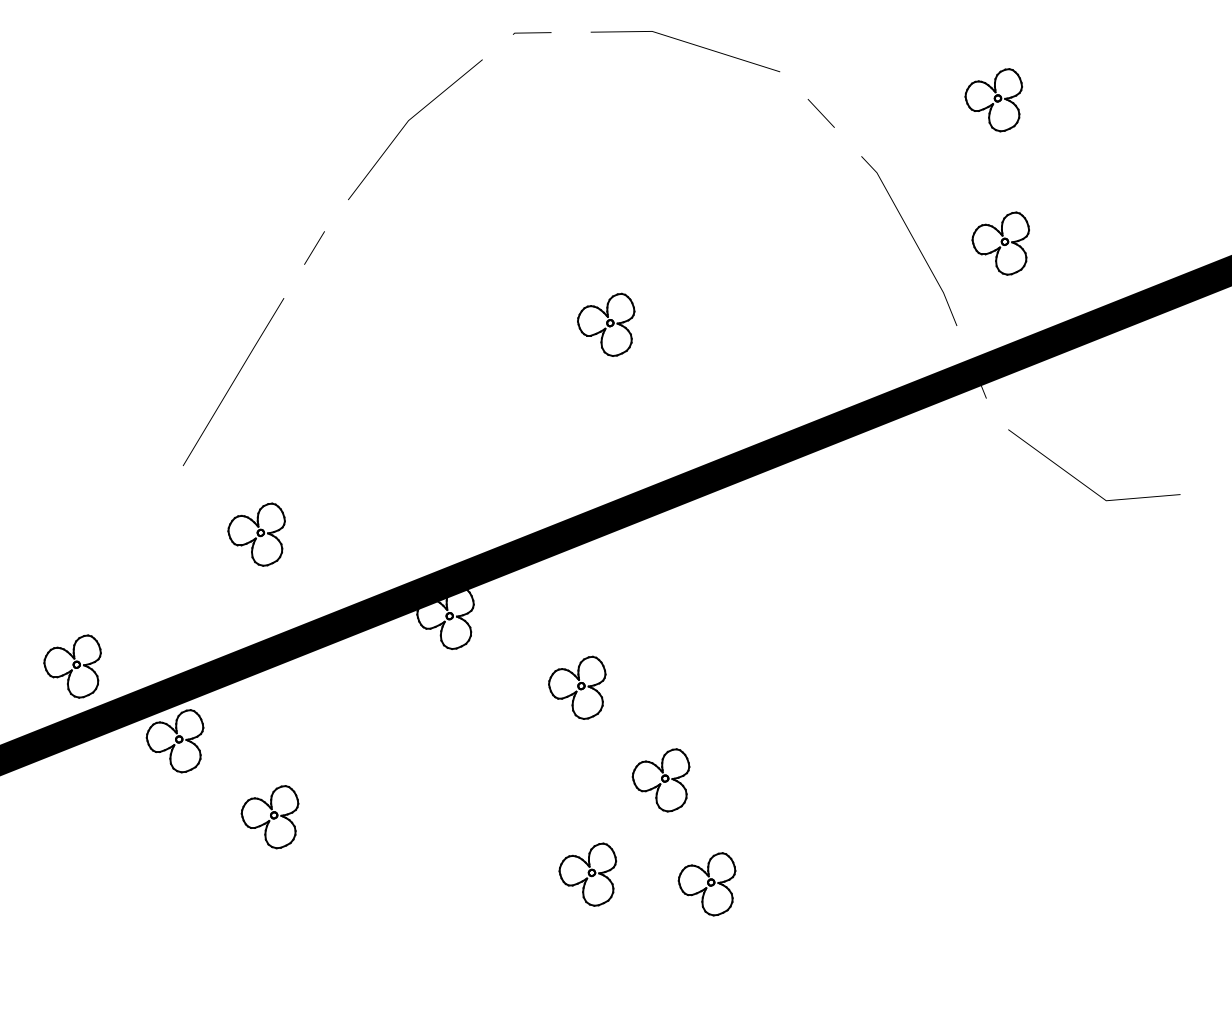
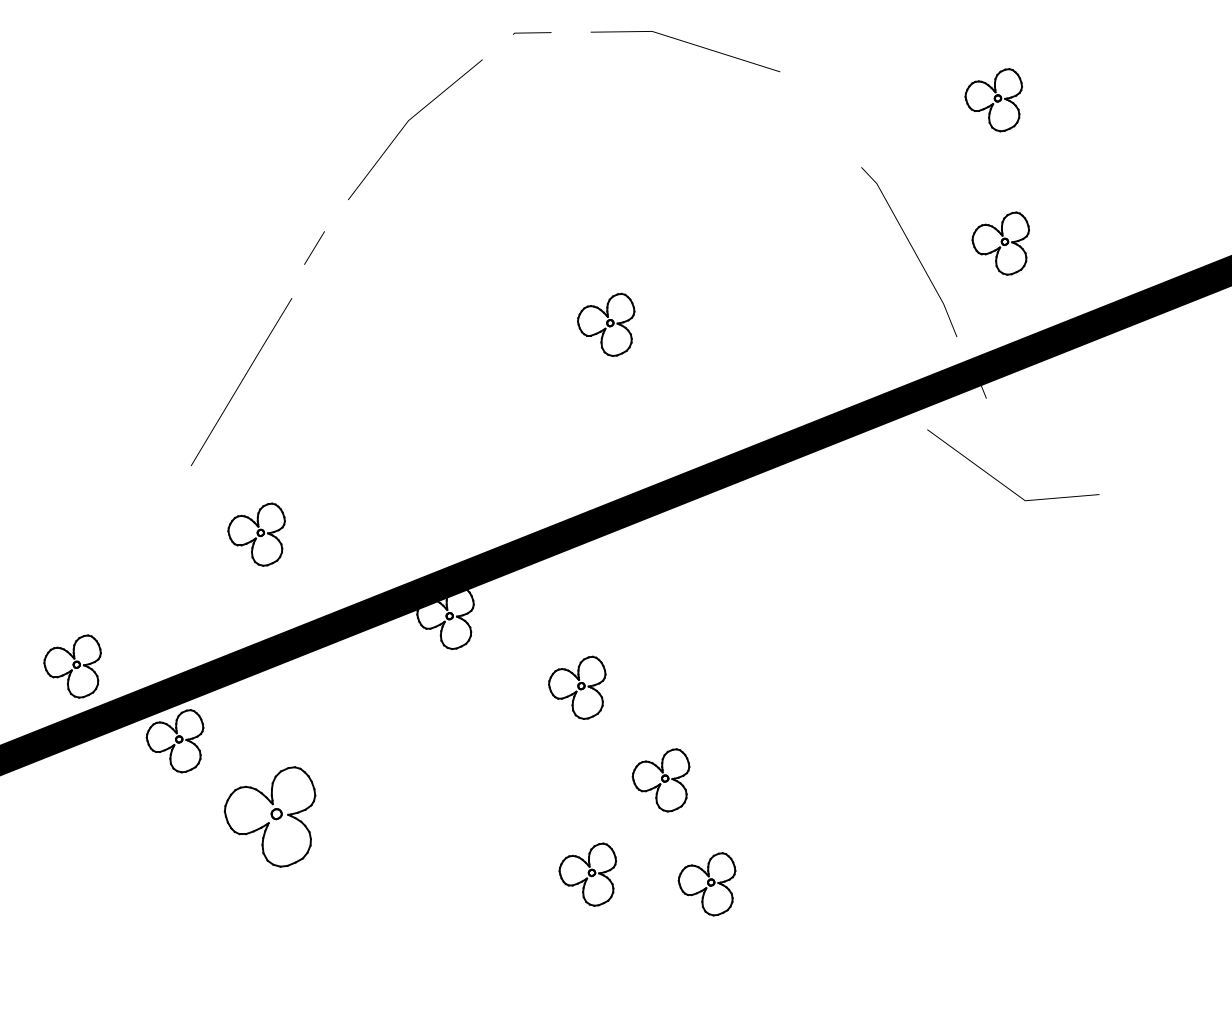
line at (820, 113): present -> none
line at (912, 238) position: (912, 238) -> (912, 249)
line at (233, 381) position: (233, 381) -> (241, 381)
line at (1082, 482) position: (1082, 482) -> (1001, 482)
part at (269, 817) size: 60x65 px -> 94x102 px
